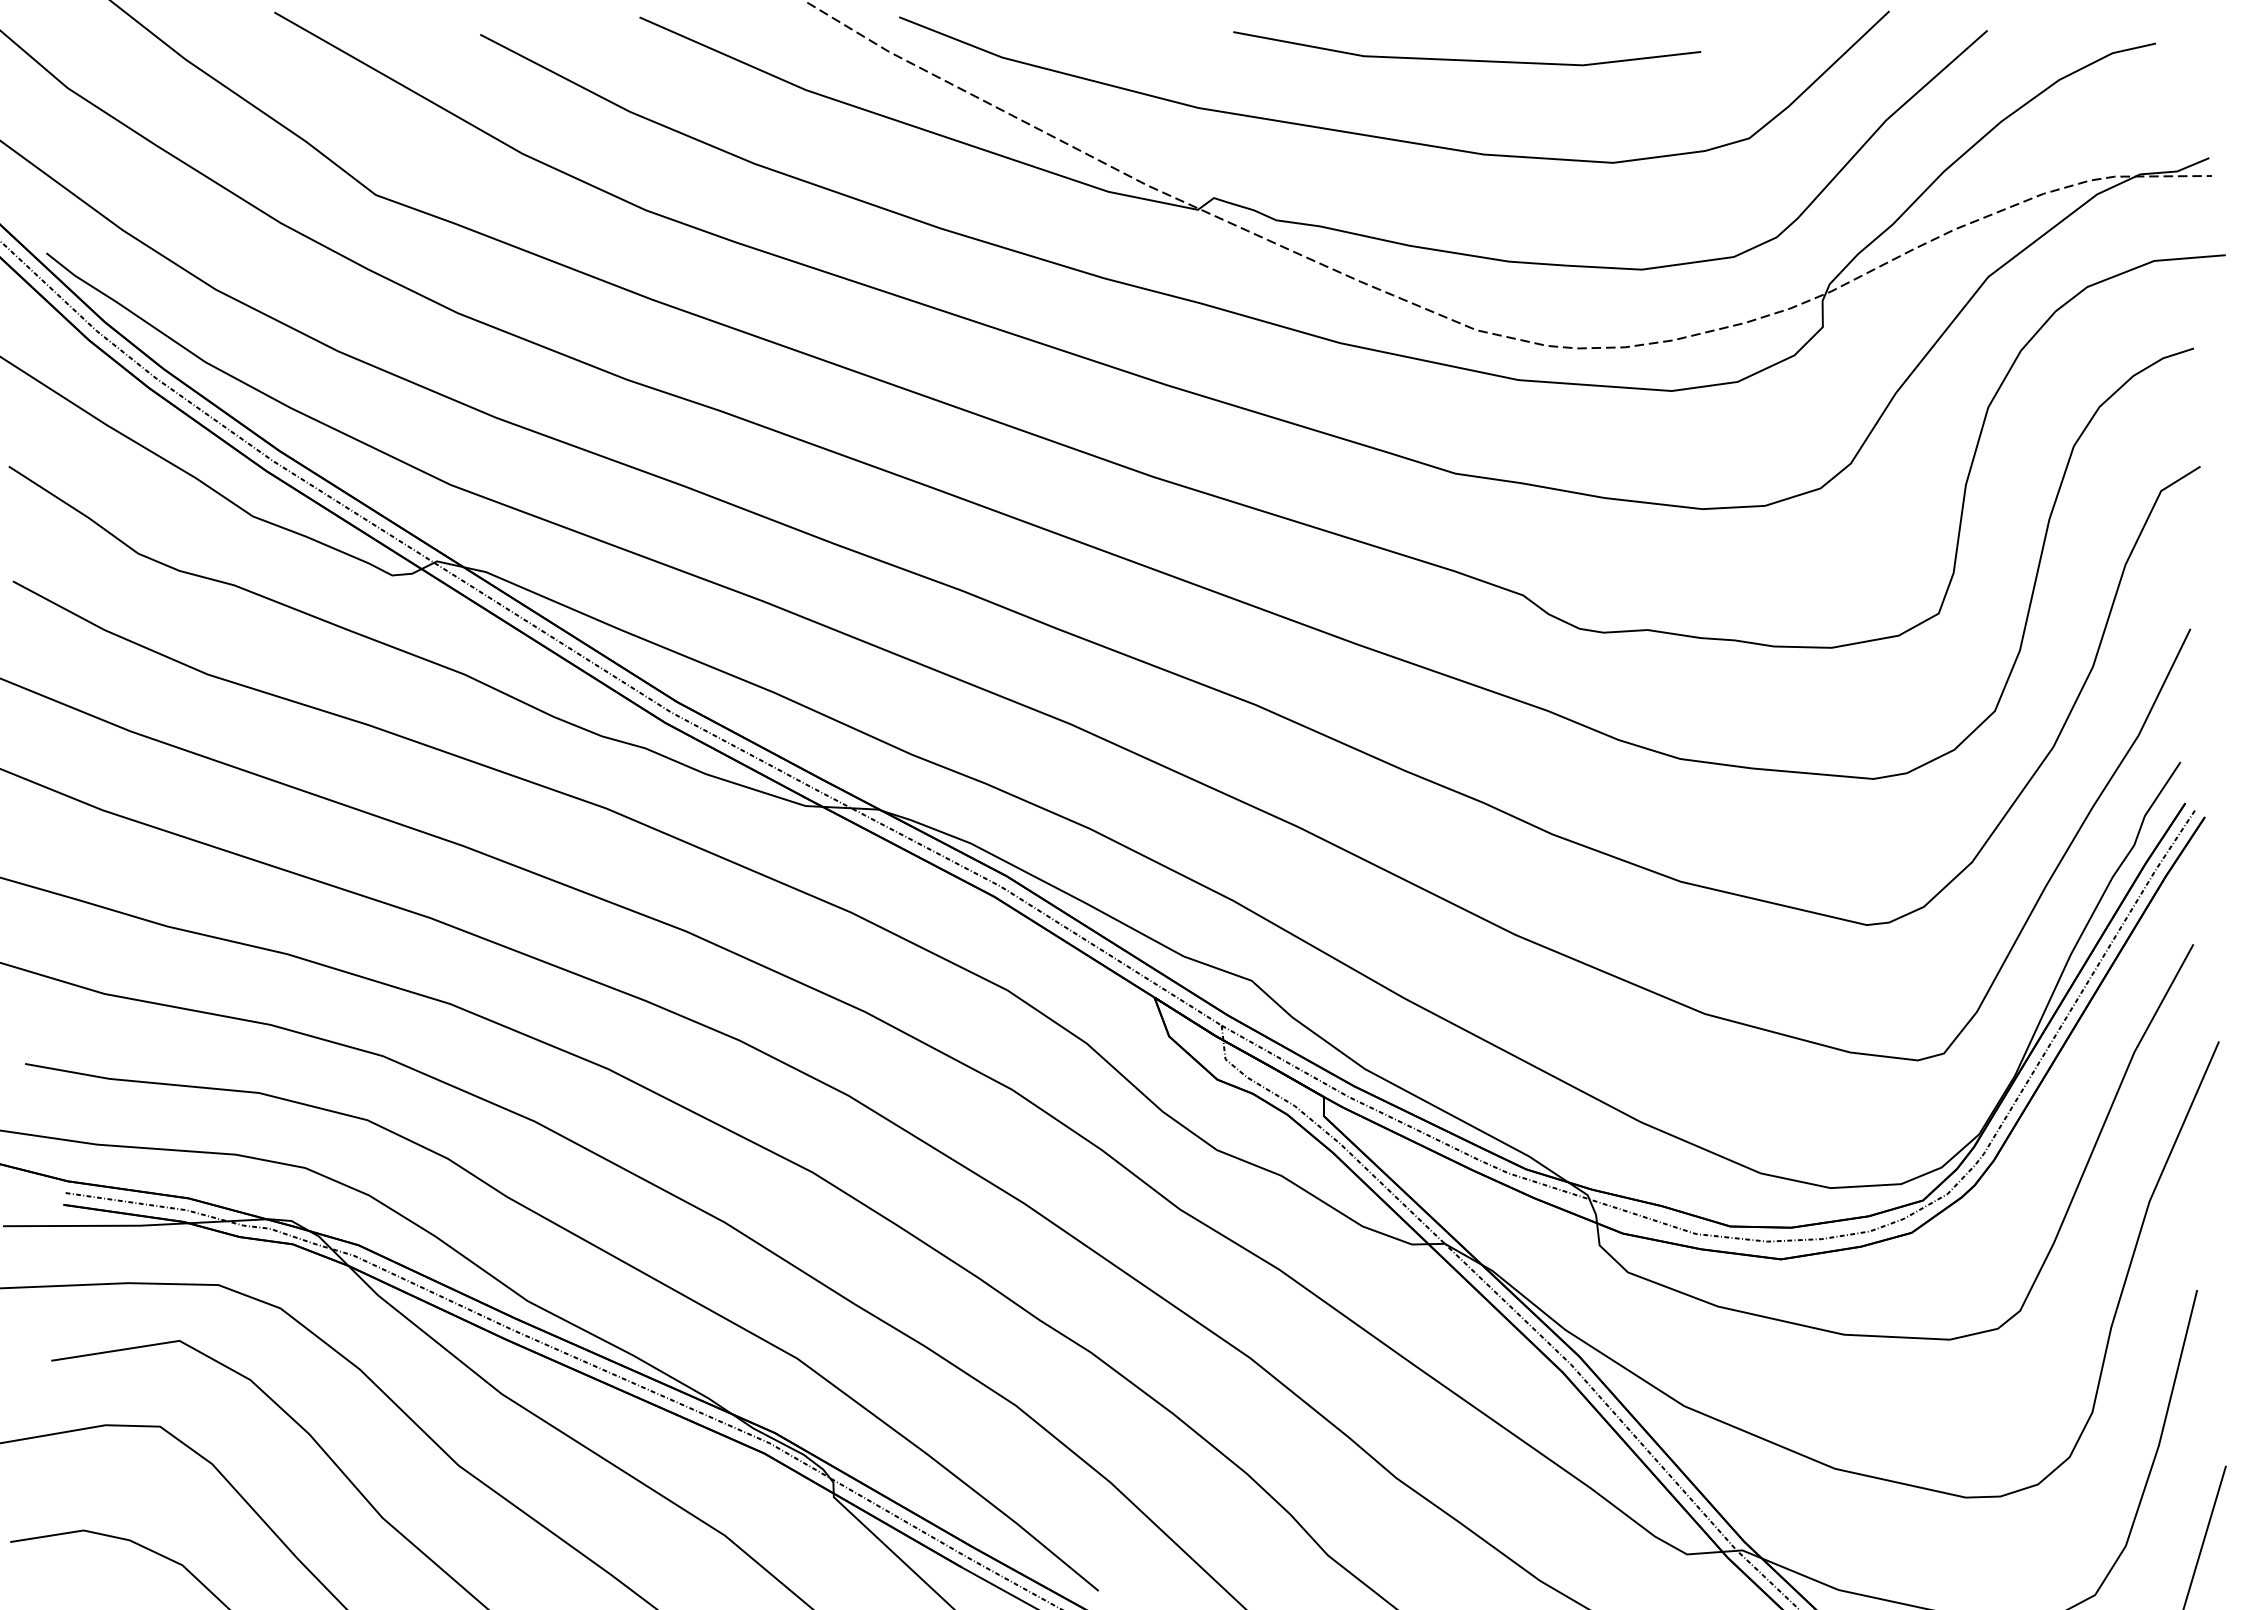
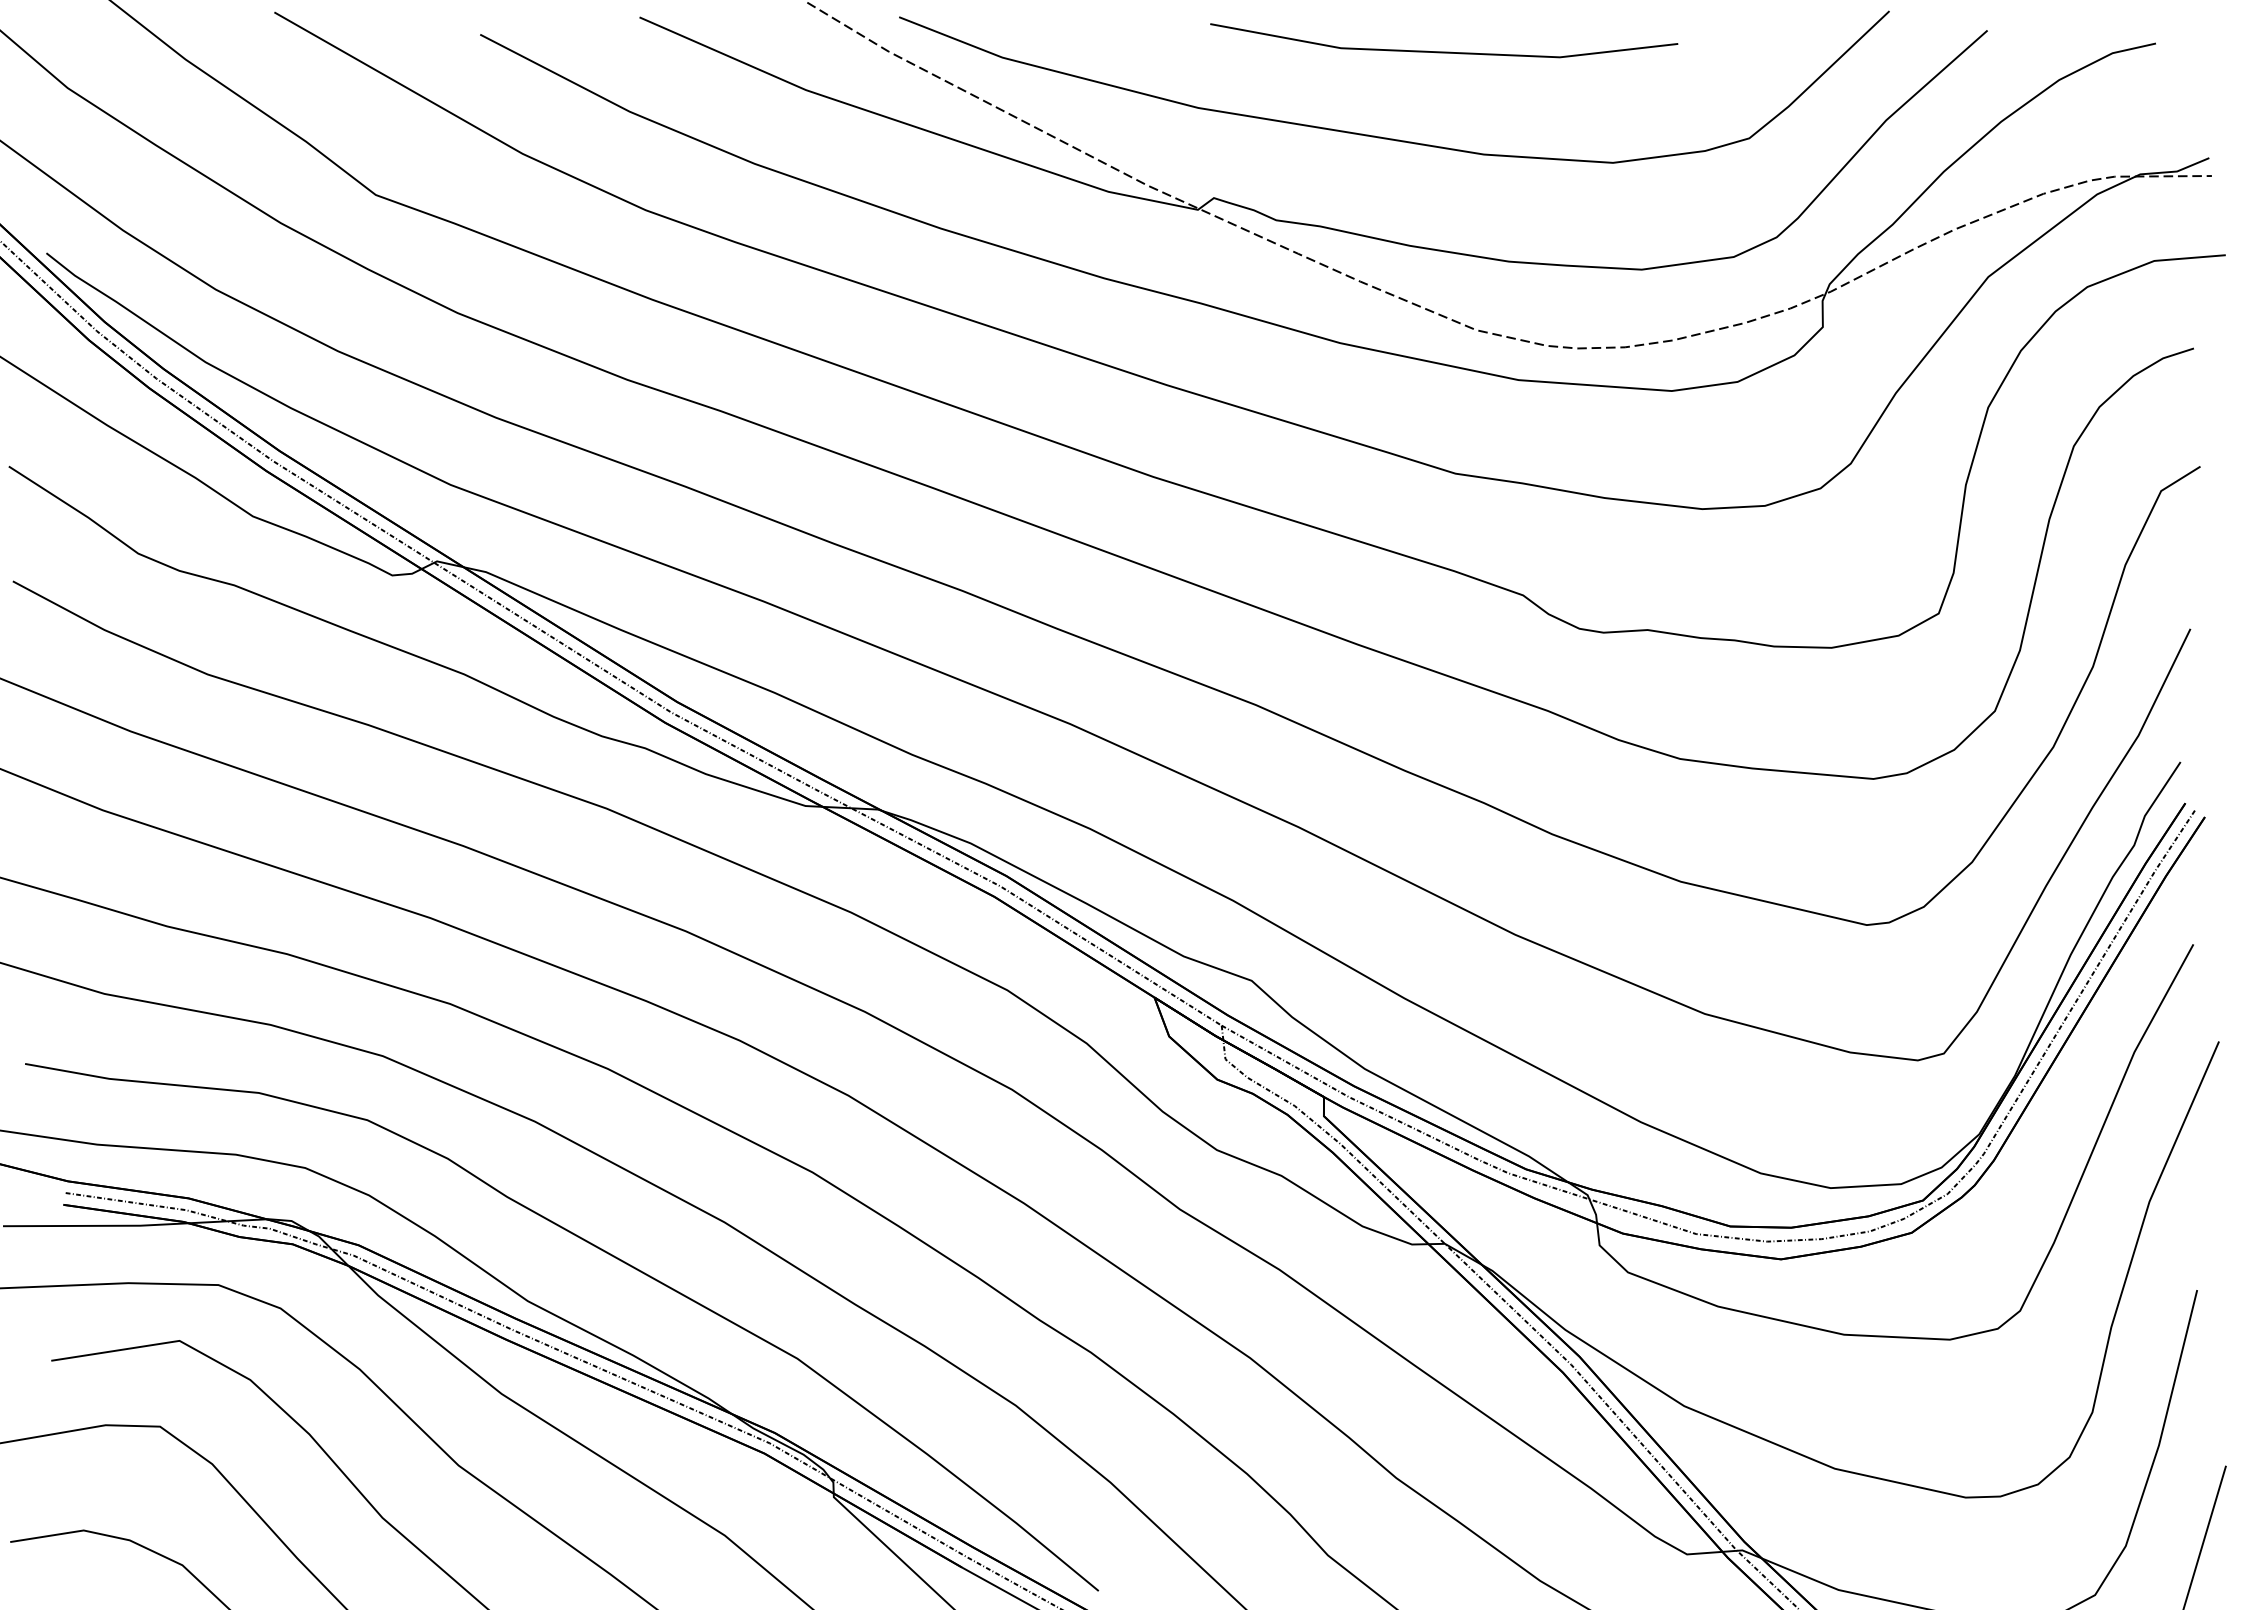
line at (1467, 59) position: (1467, 59) -> (1444, 51)
